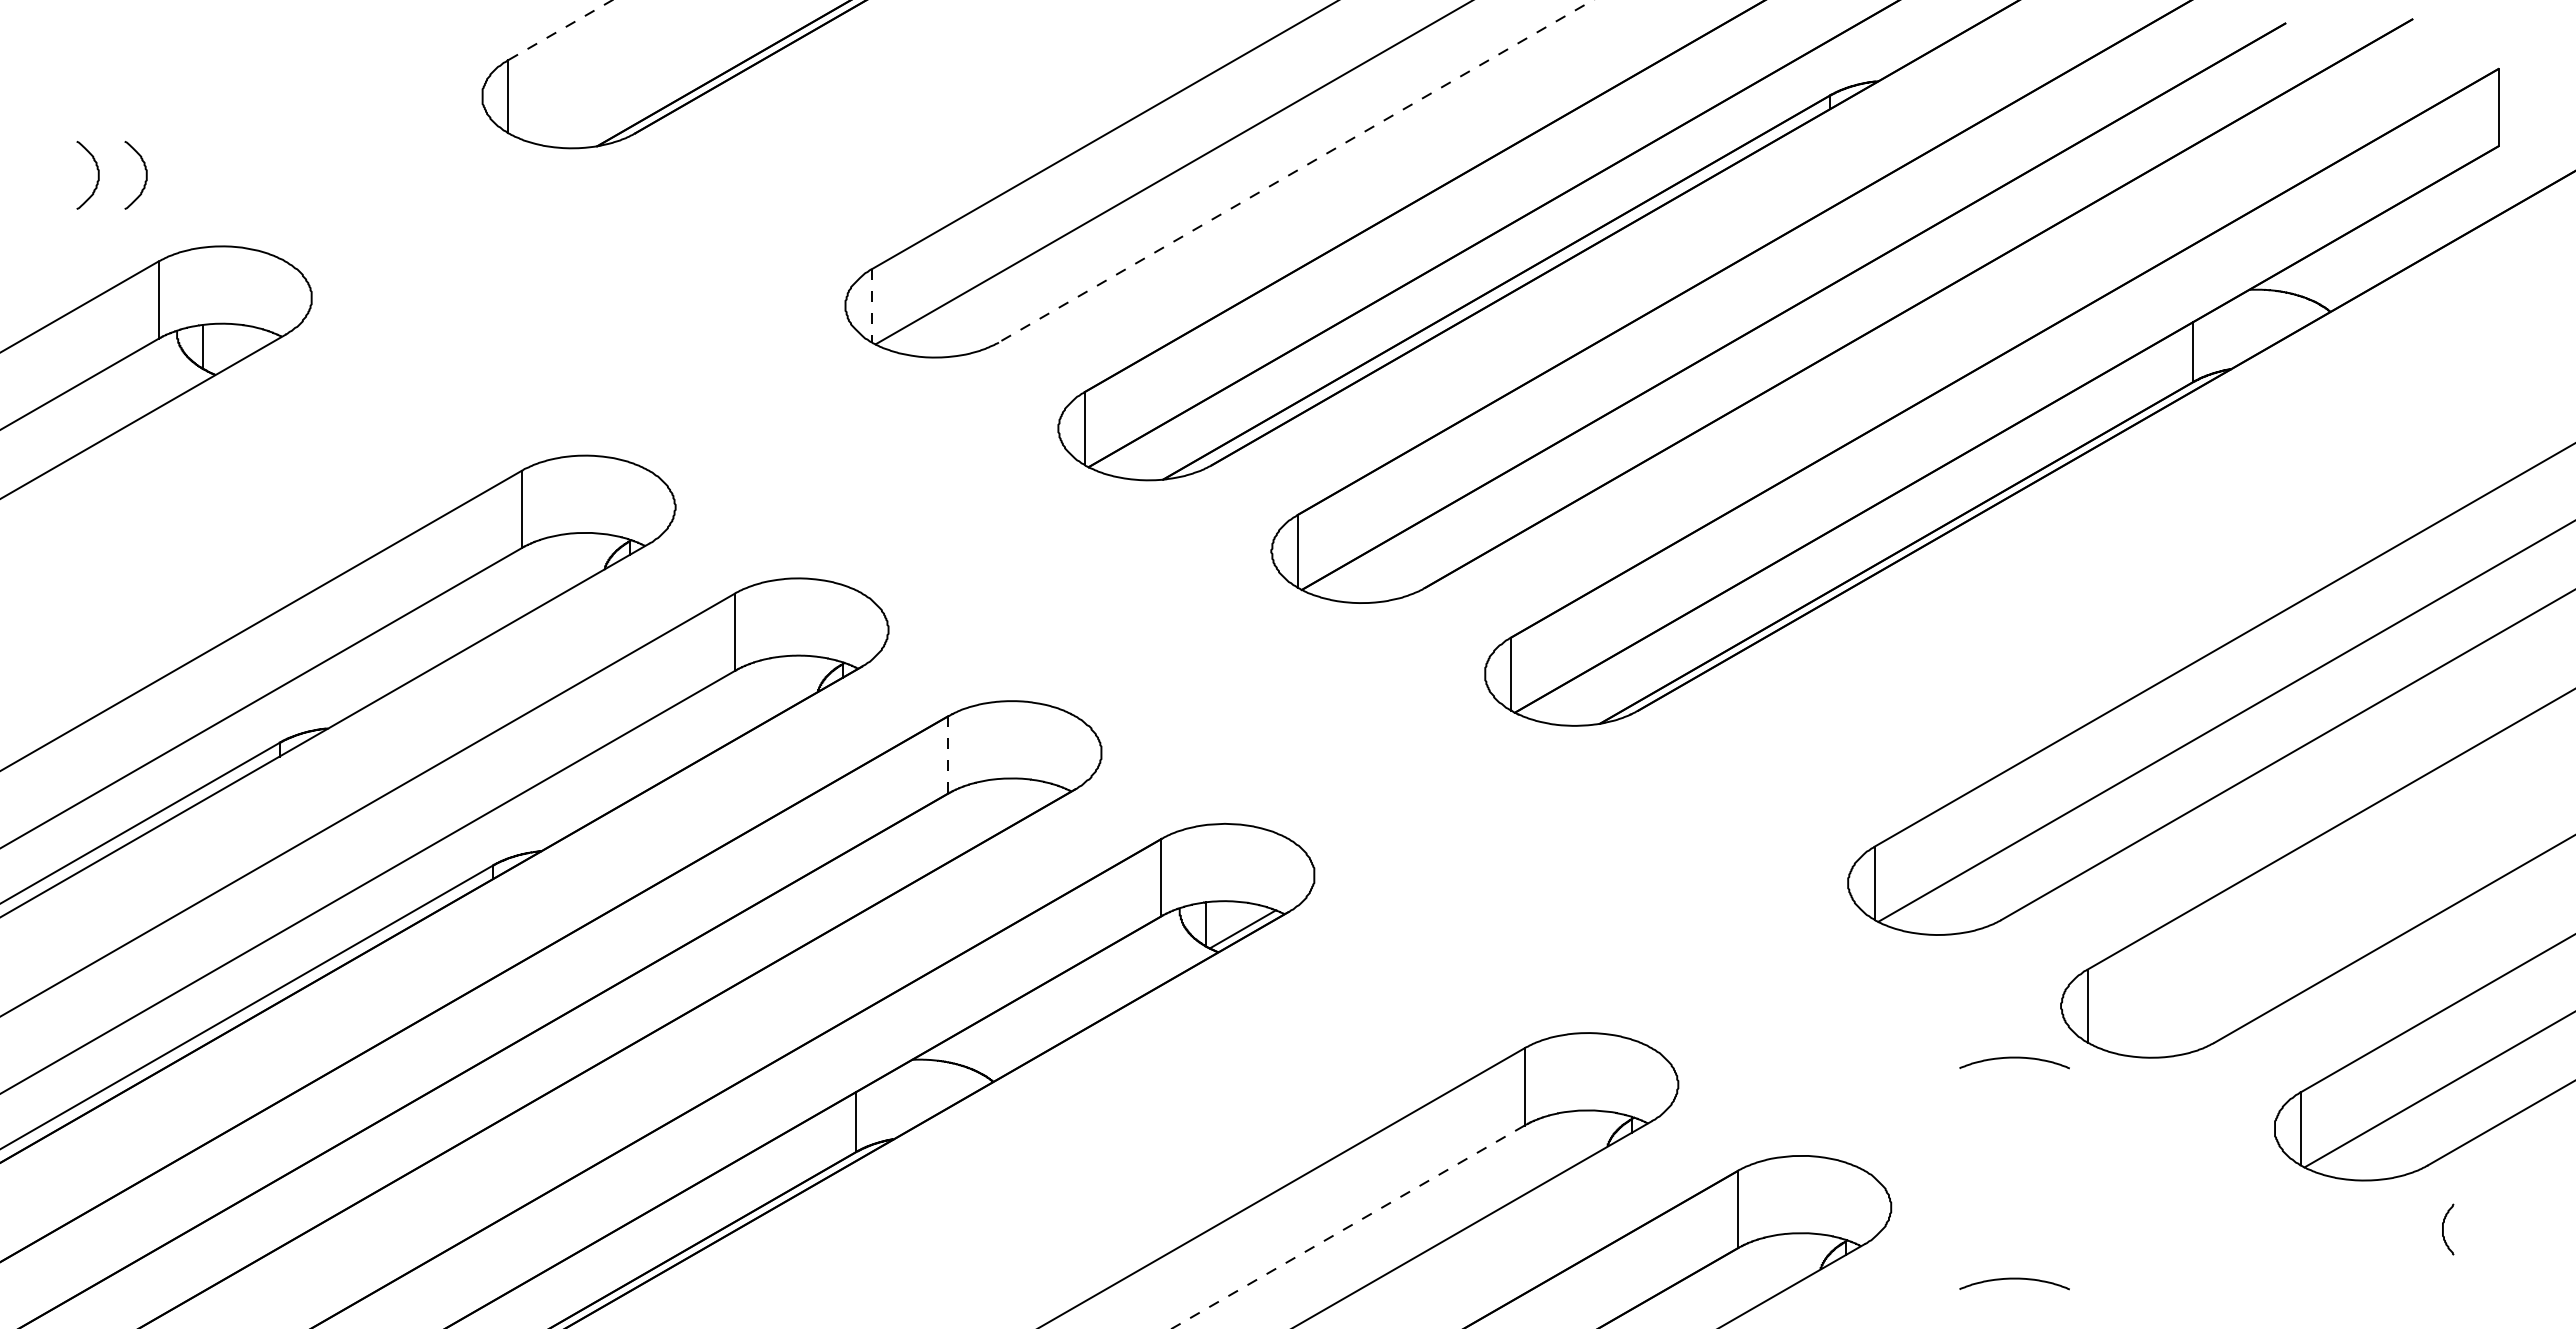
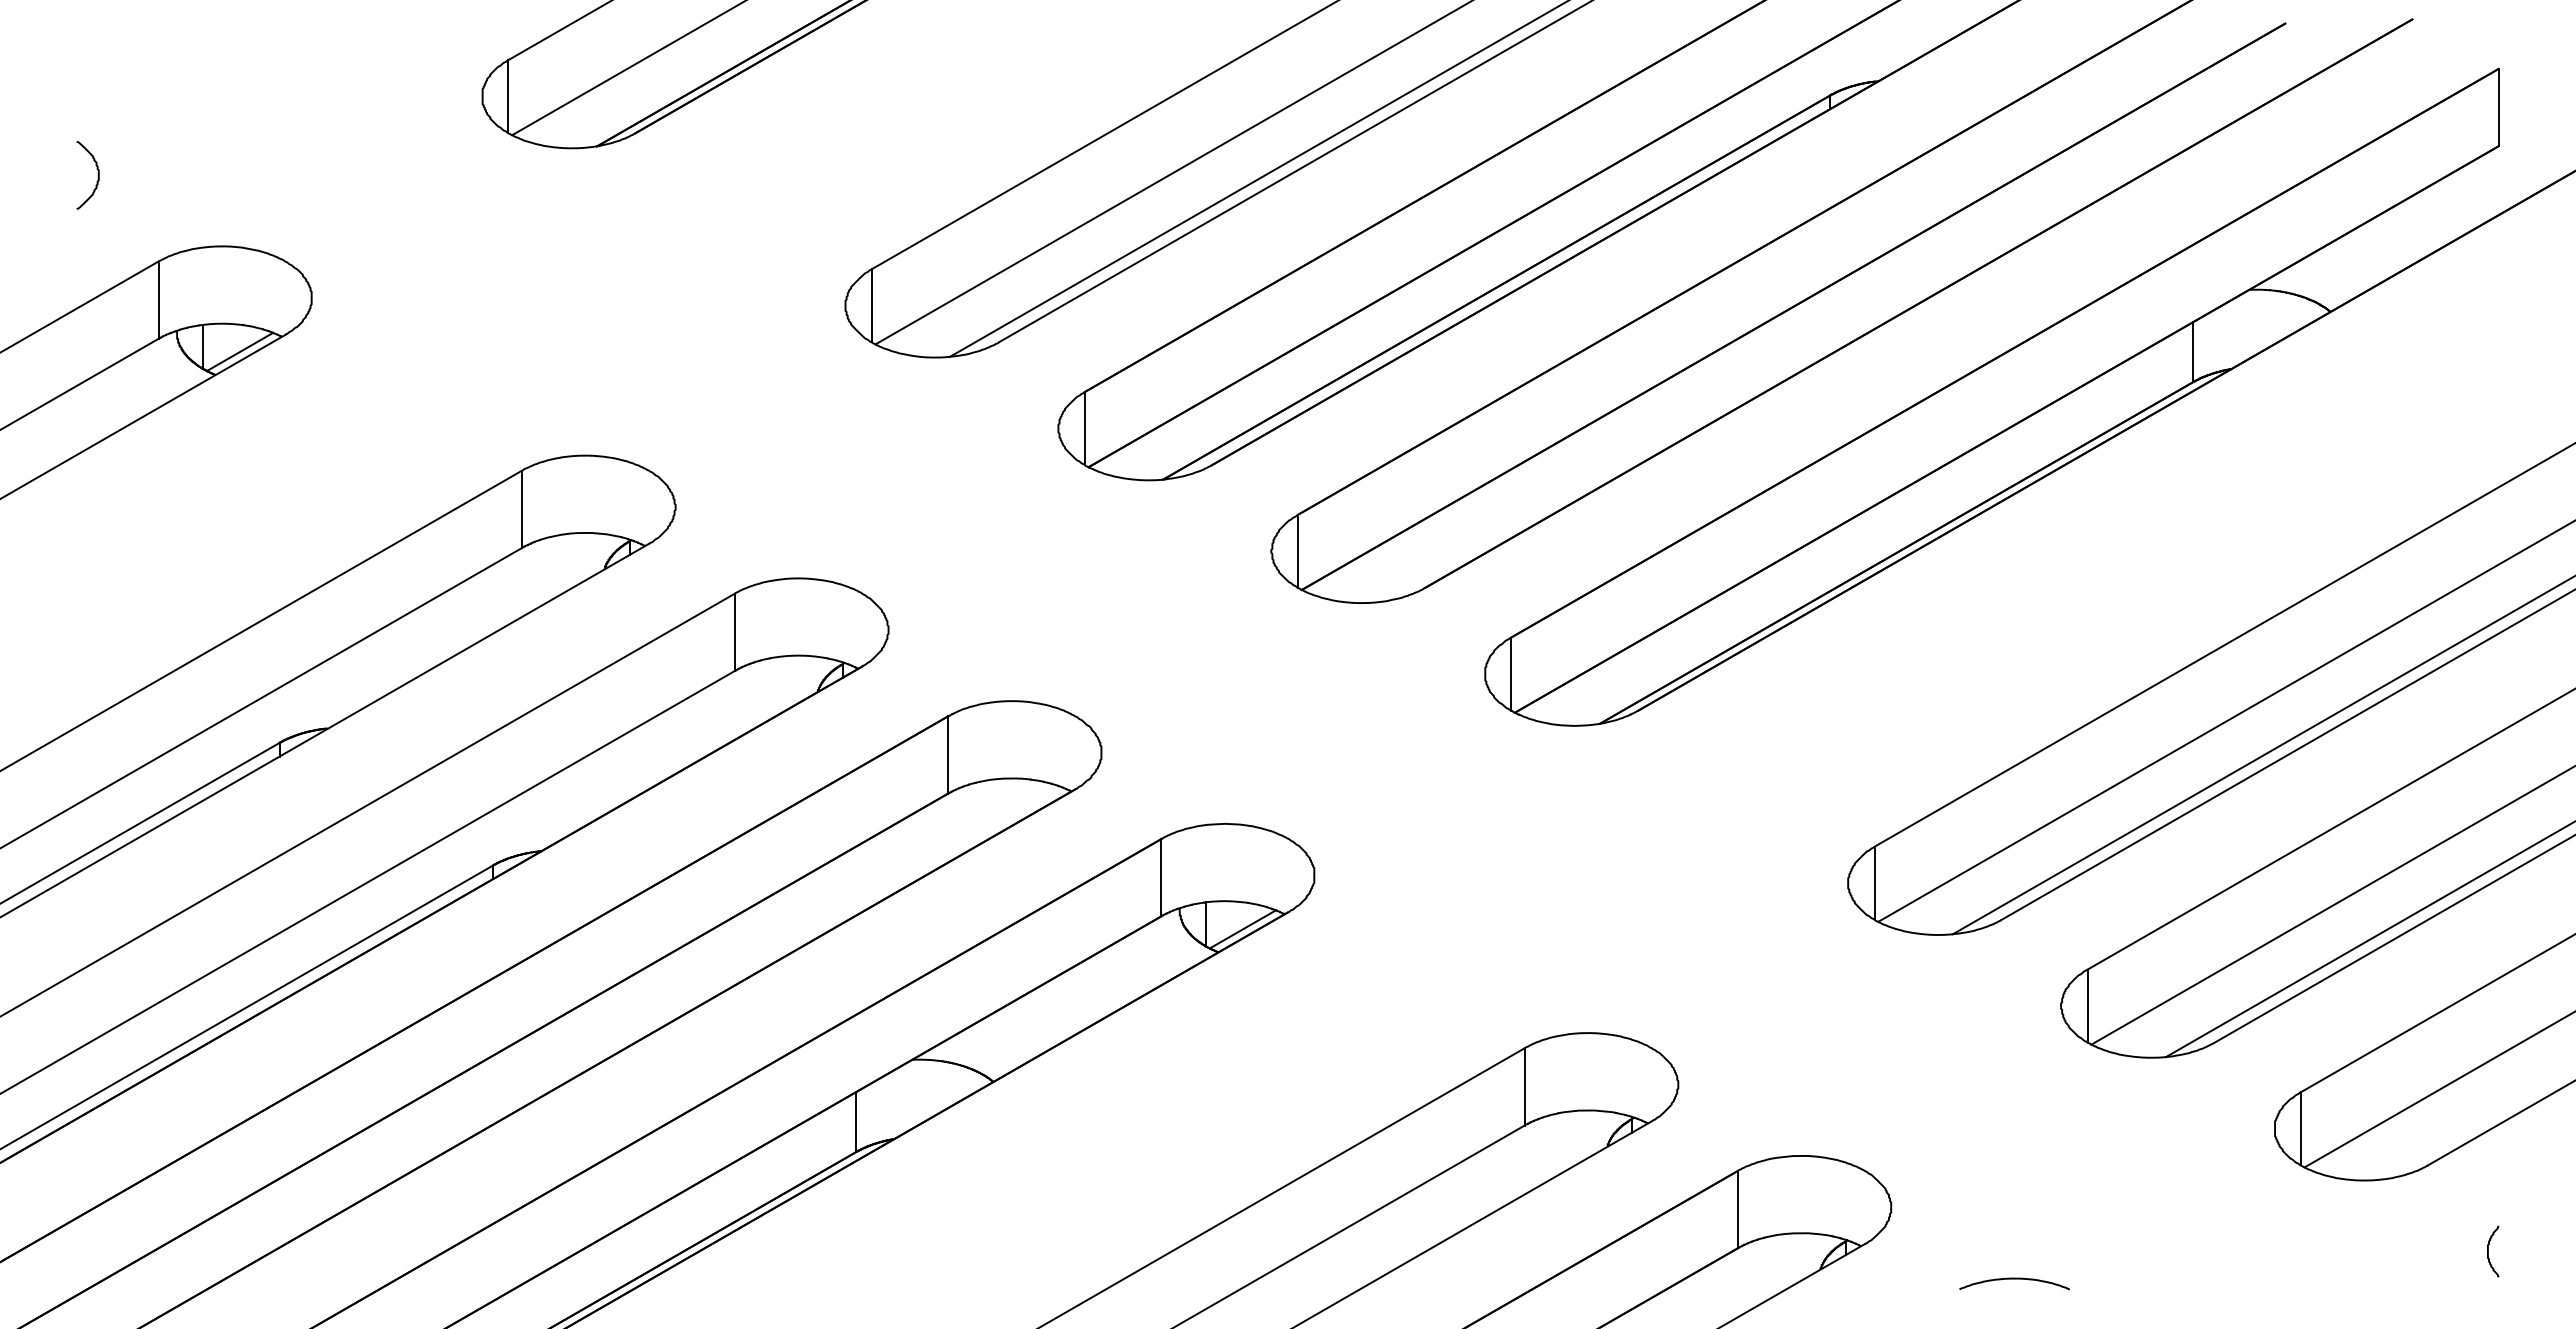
line at (560, 30): dashed -> solid
line at (627, 68): none -> present
line at (1295, 171): dashed -> solid
curve at (145, 175): present -> none
line at (1257, 179): none -> present
line at (871, 305): dashed -> solid
line at (239, 351): none -> present
line at (948, 754): dashed -> solid
line at (2262, 755): none -> present
line at (2331, 905): none -> present
line at (2368, 939): none -> present
curve at (2014, 1058): present -> none
line at (1347, 1227): dashed -> solid
curve at (2443, 1229) position: (2443, 1229) -> (2488, 1251)
